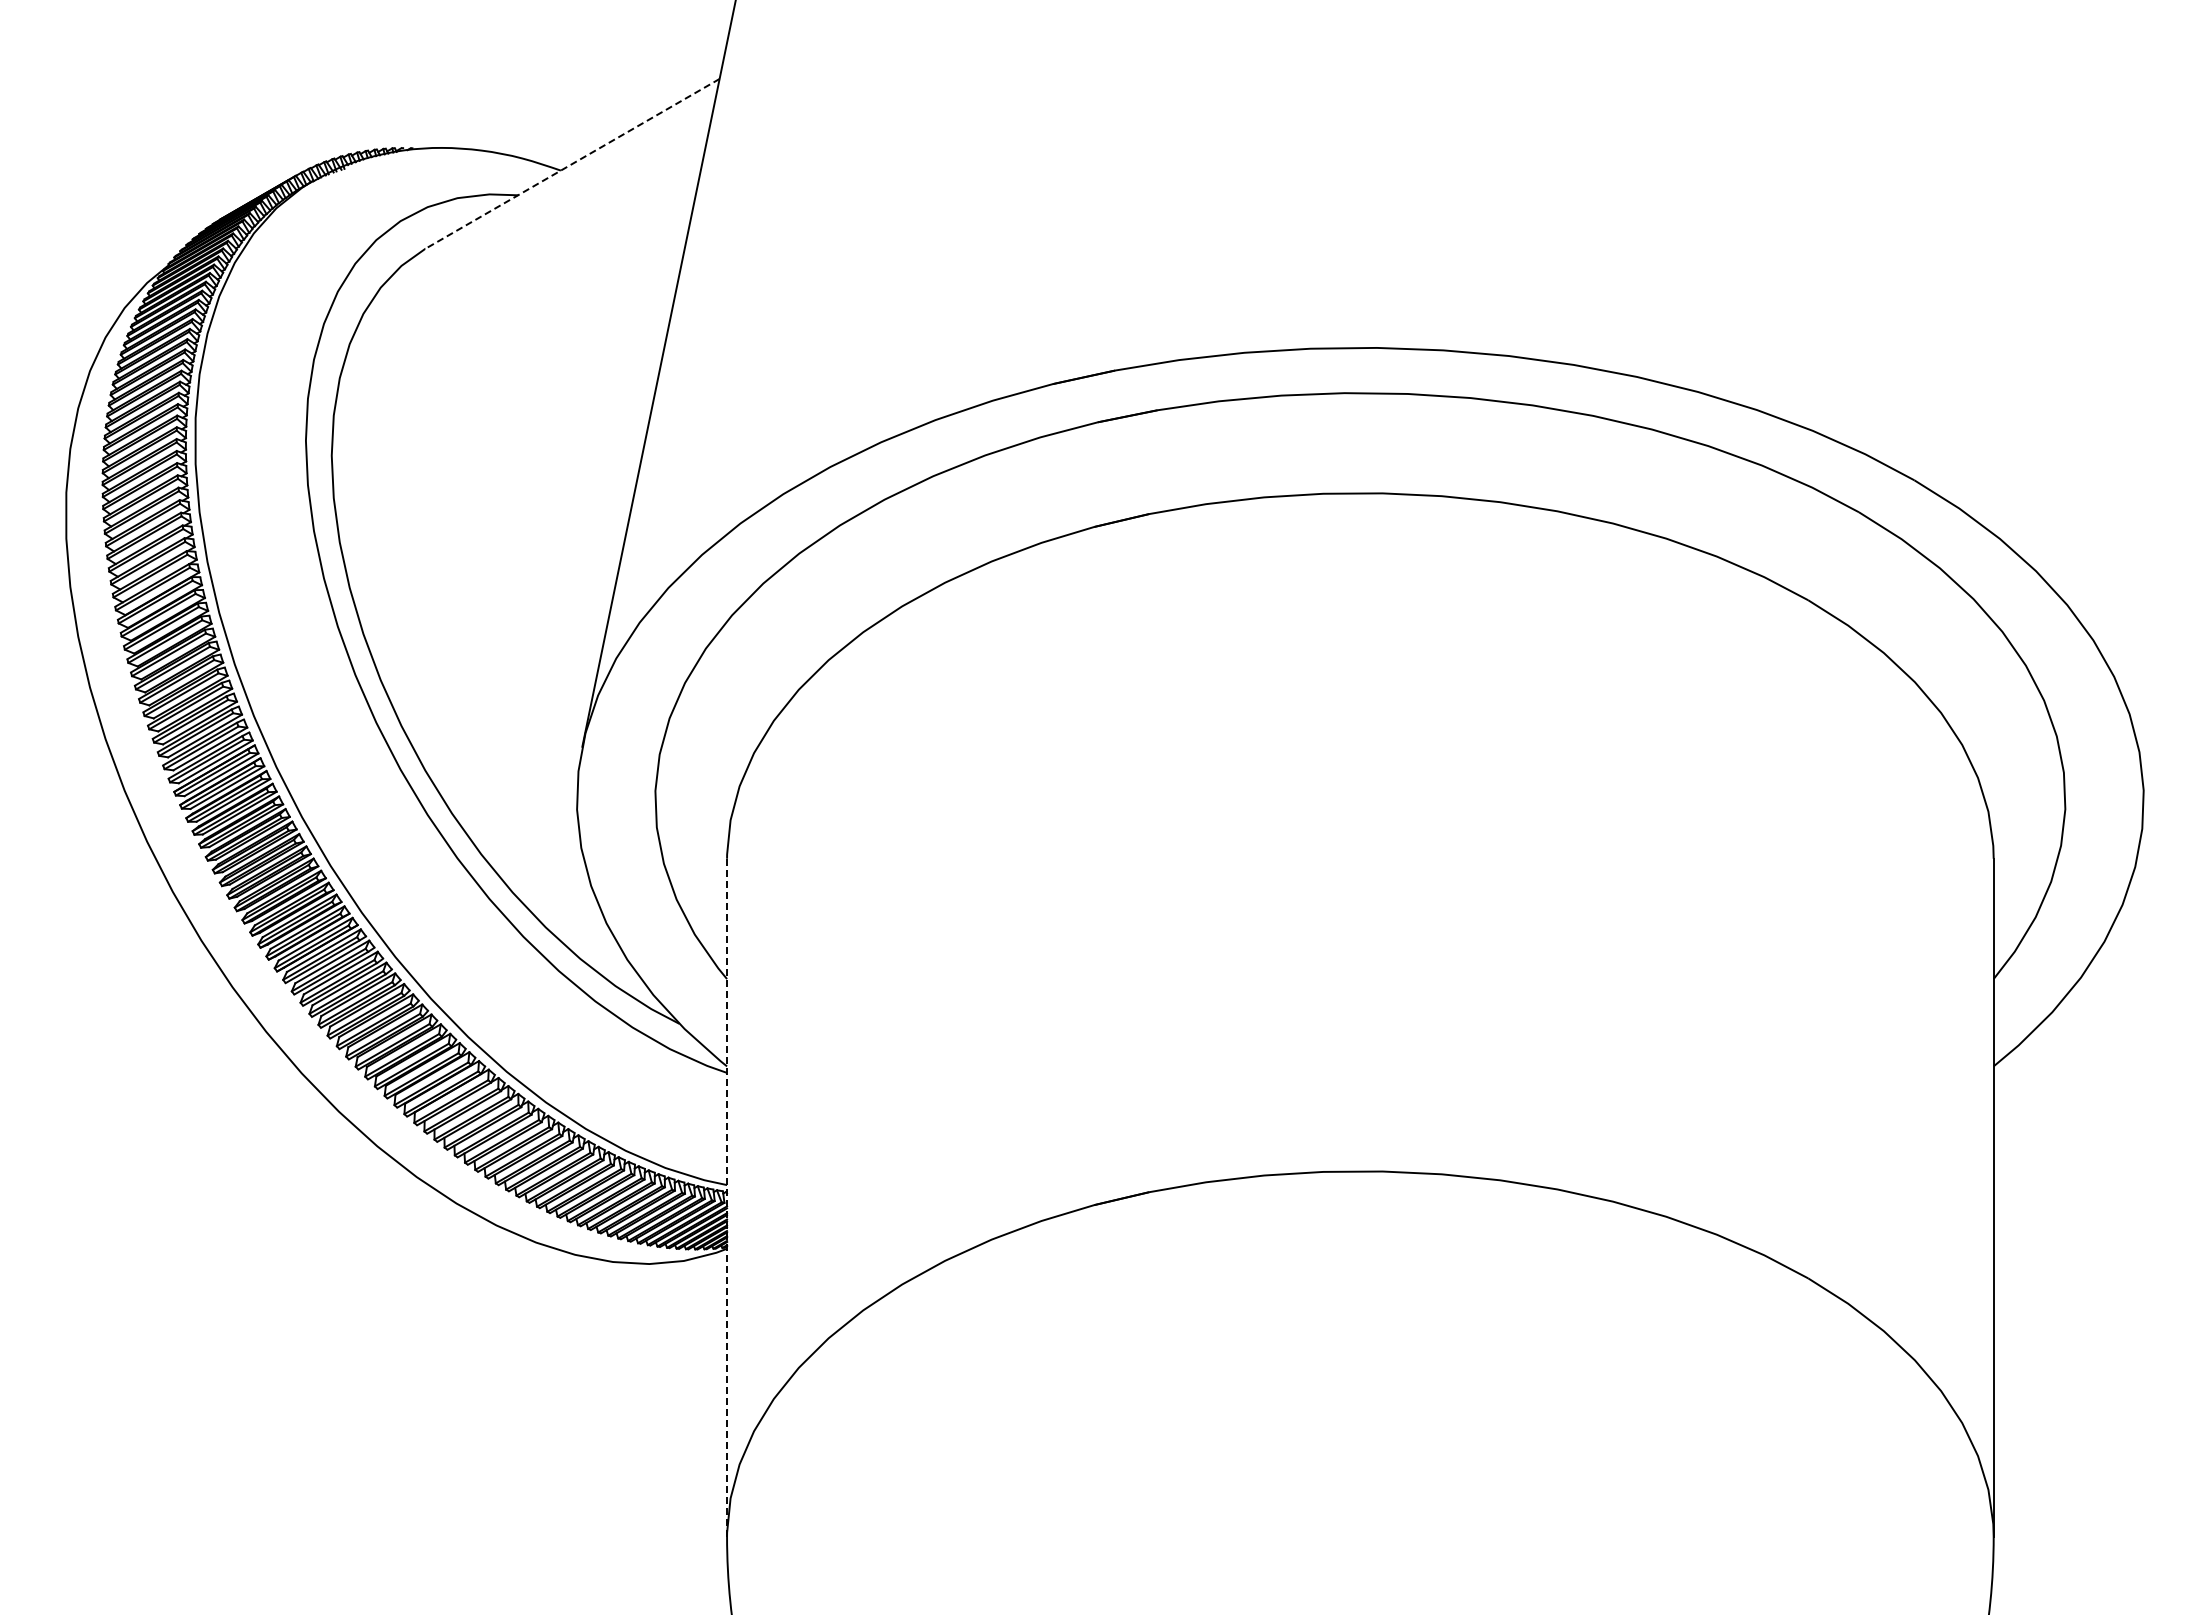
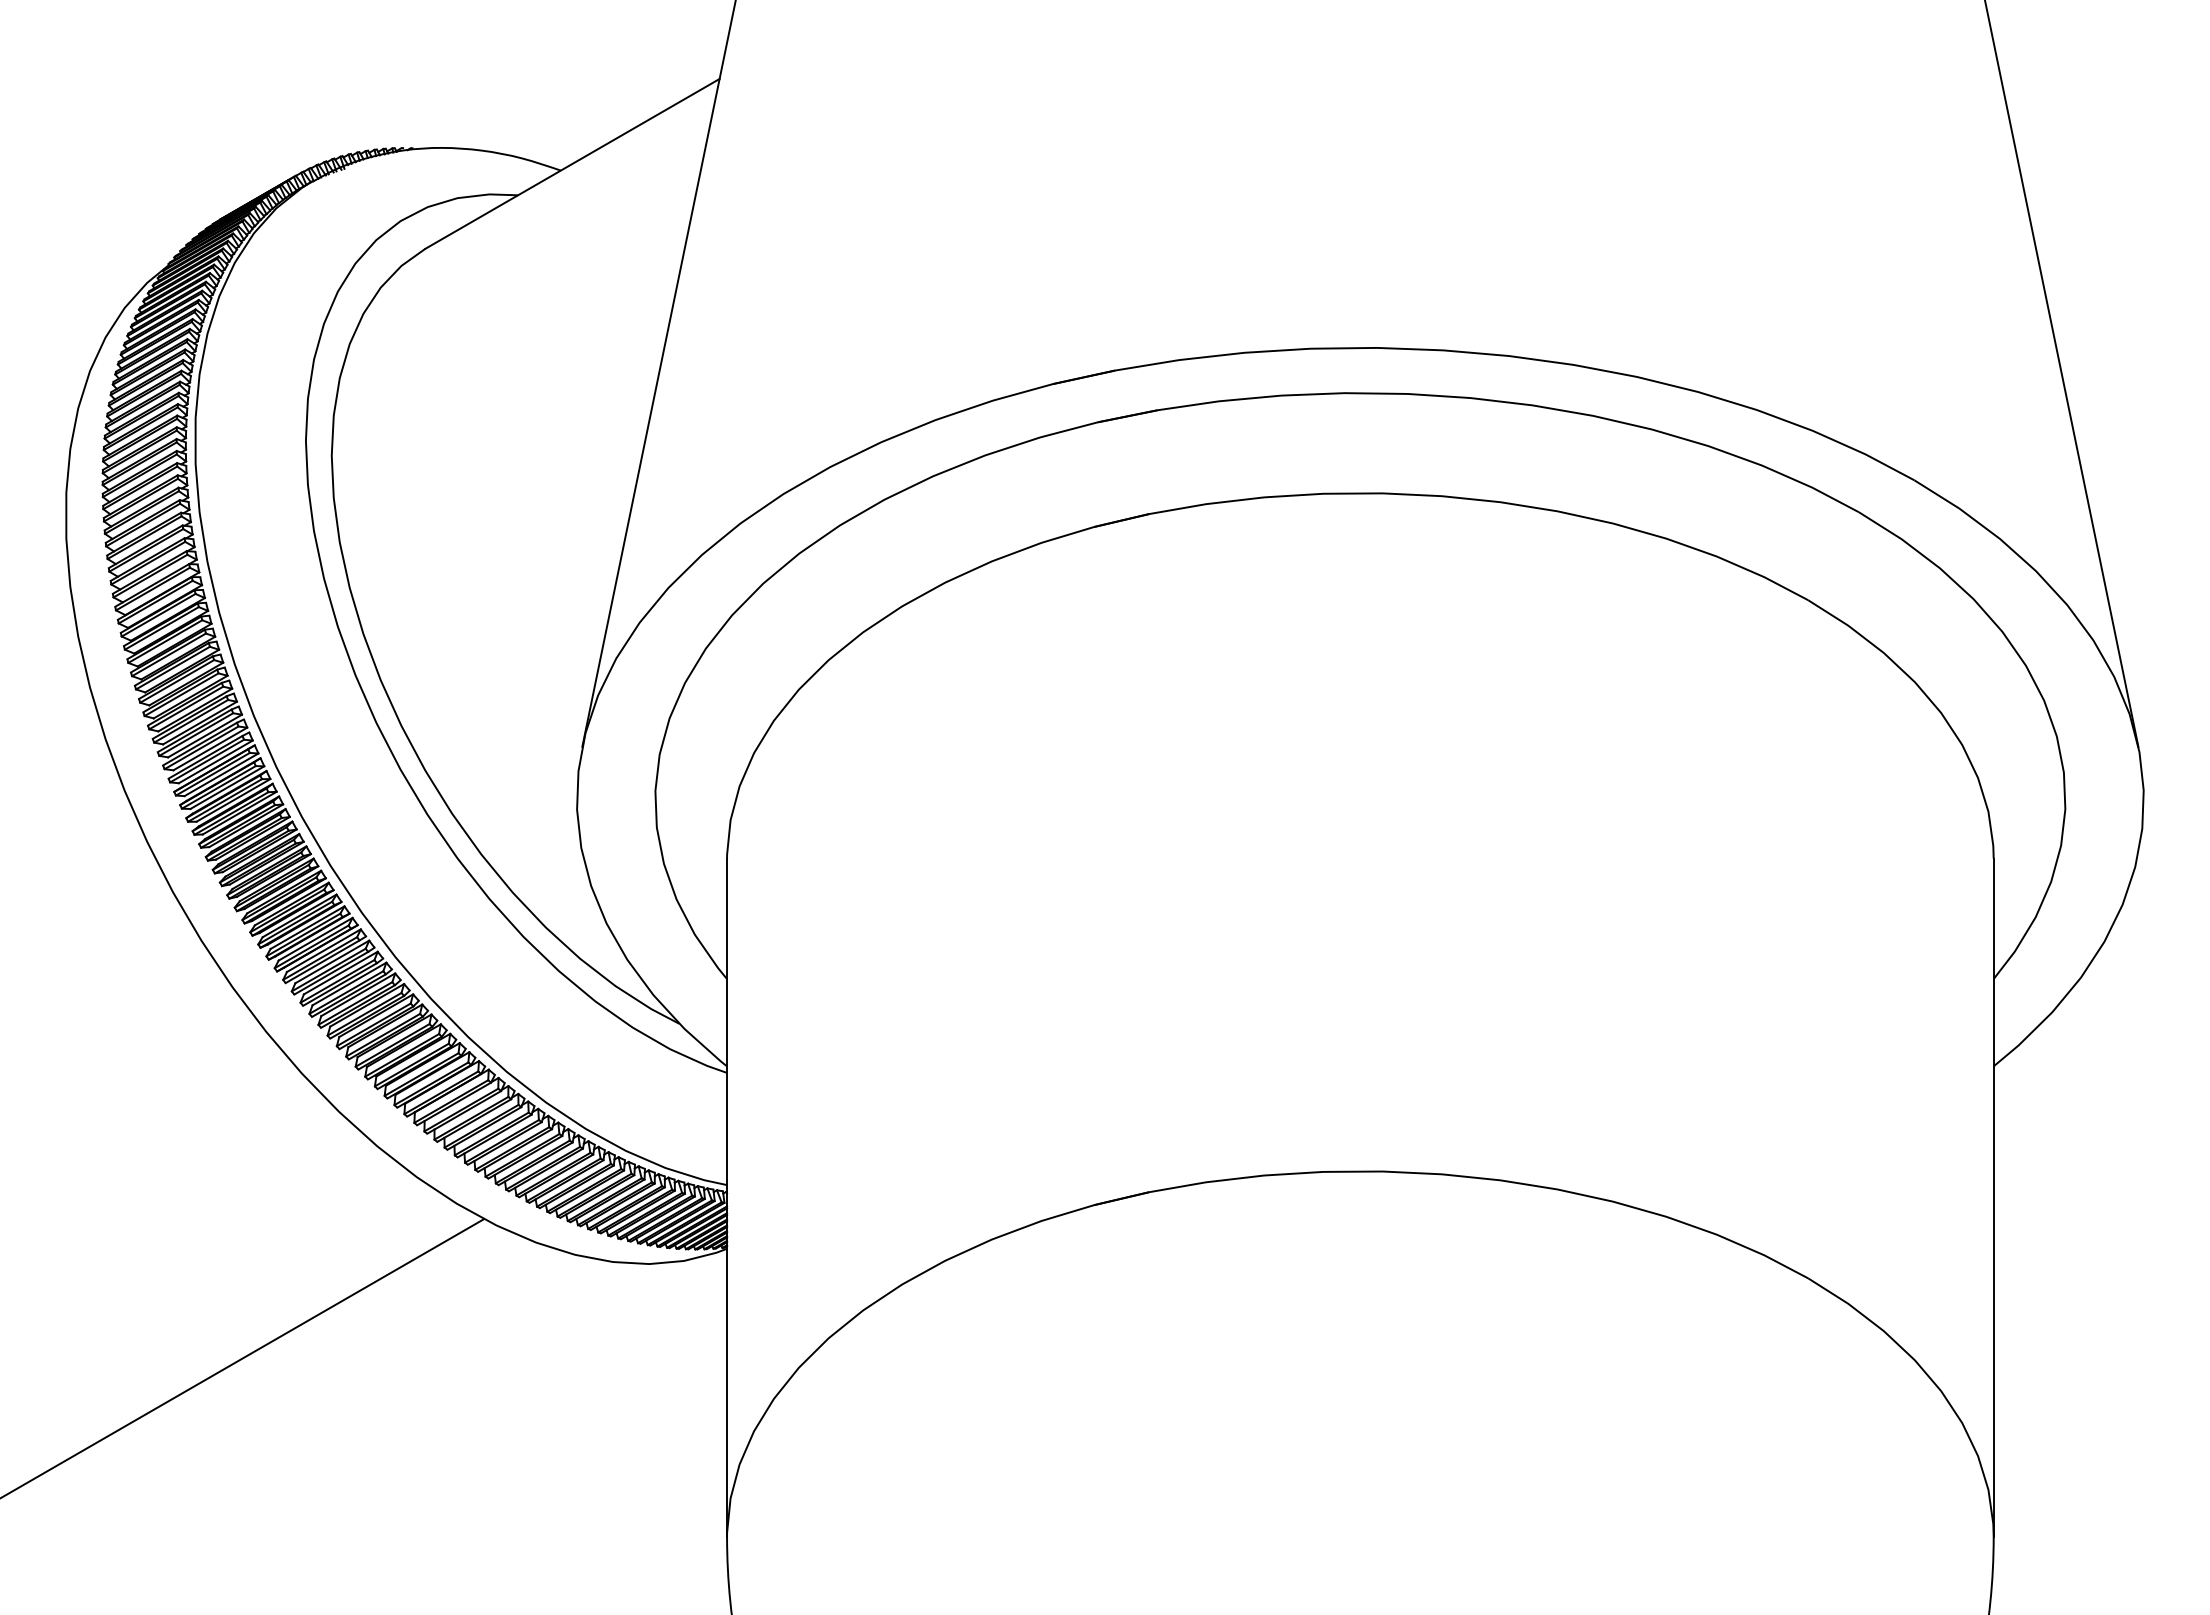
line at (572, 163): dashed -> solid
line at (2061, 374): none -> present
line at (727, 1198): dashed -> solid
line at (243, 1358): none -> present
